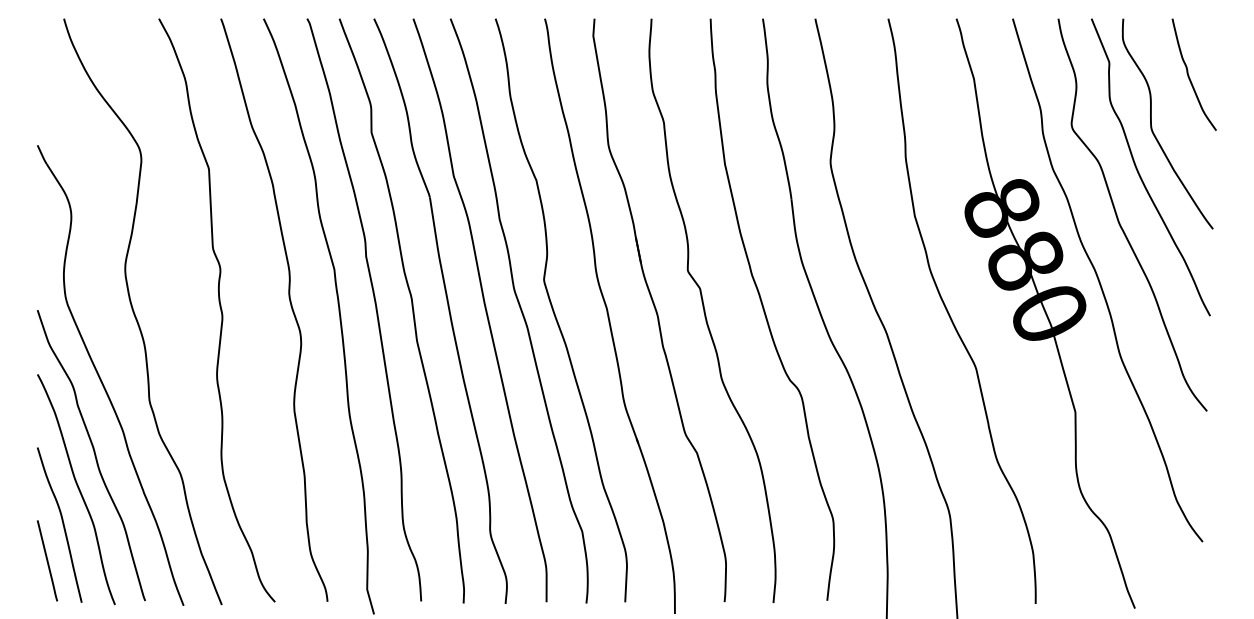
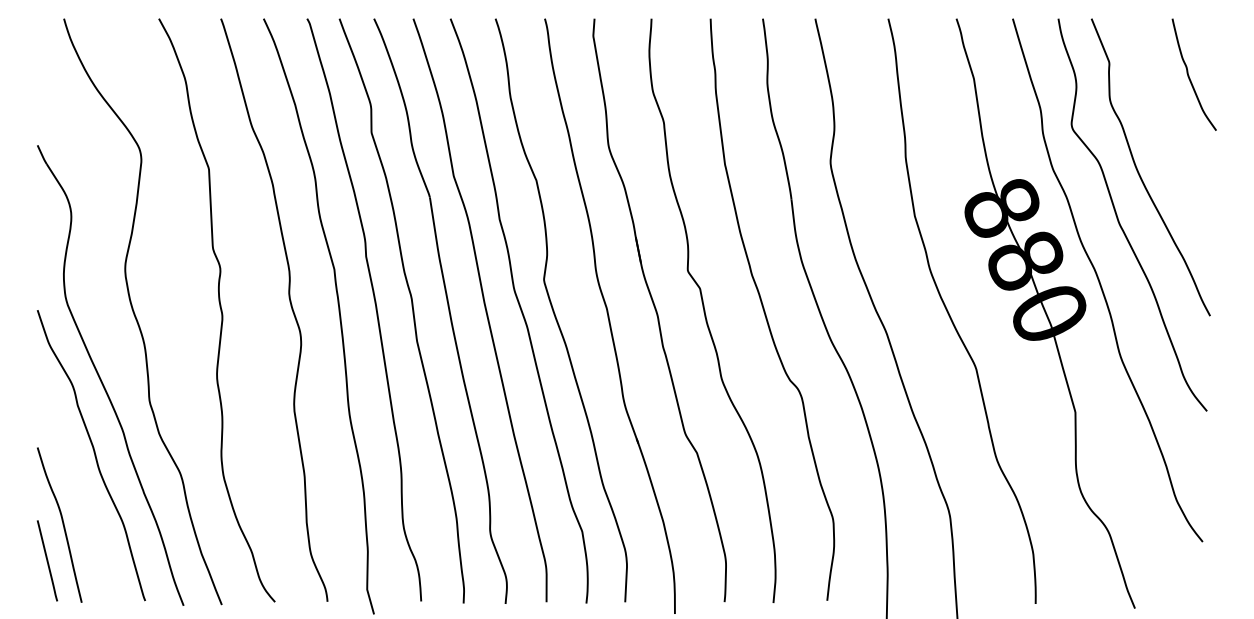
curve at (1152, 126): present -> none
curve at (77, 488): present -> none
